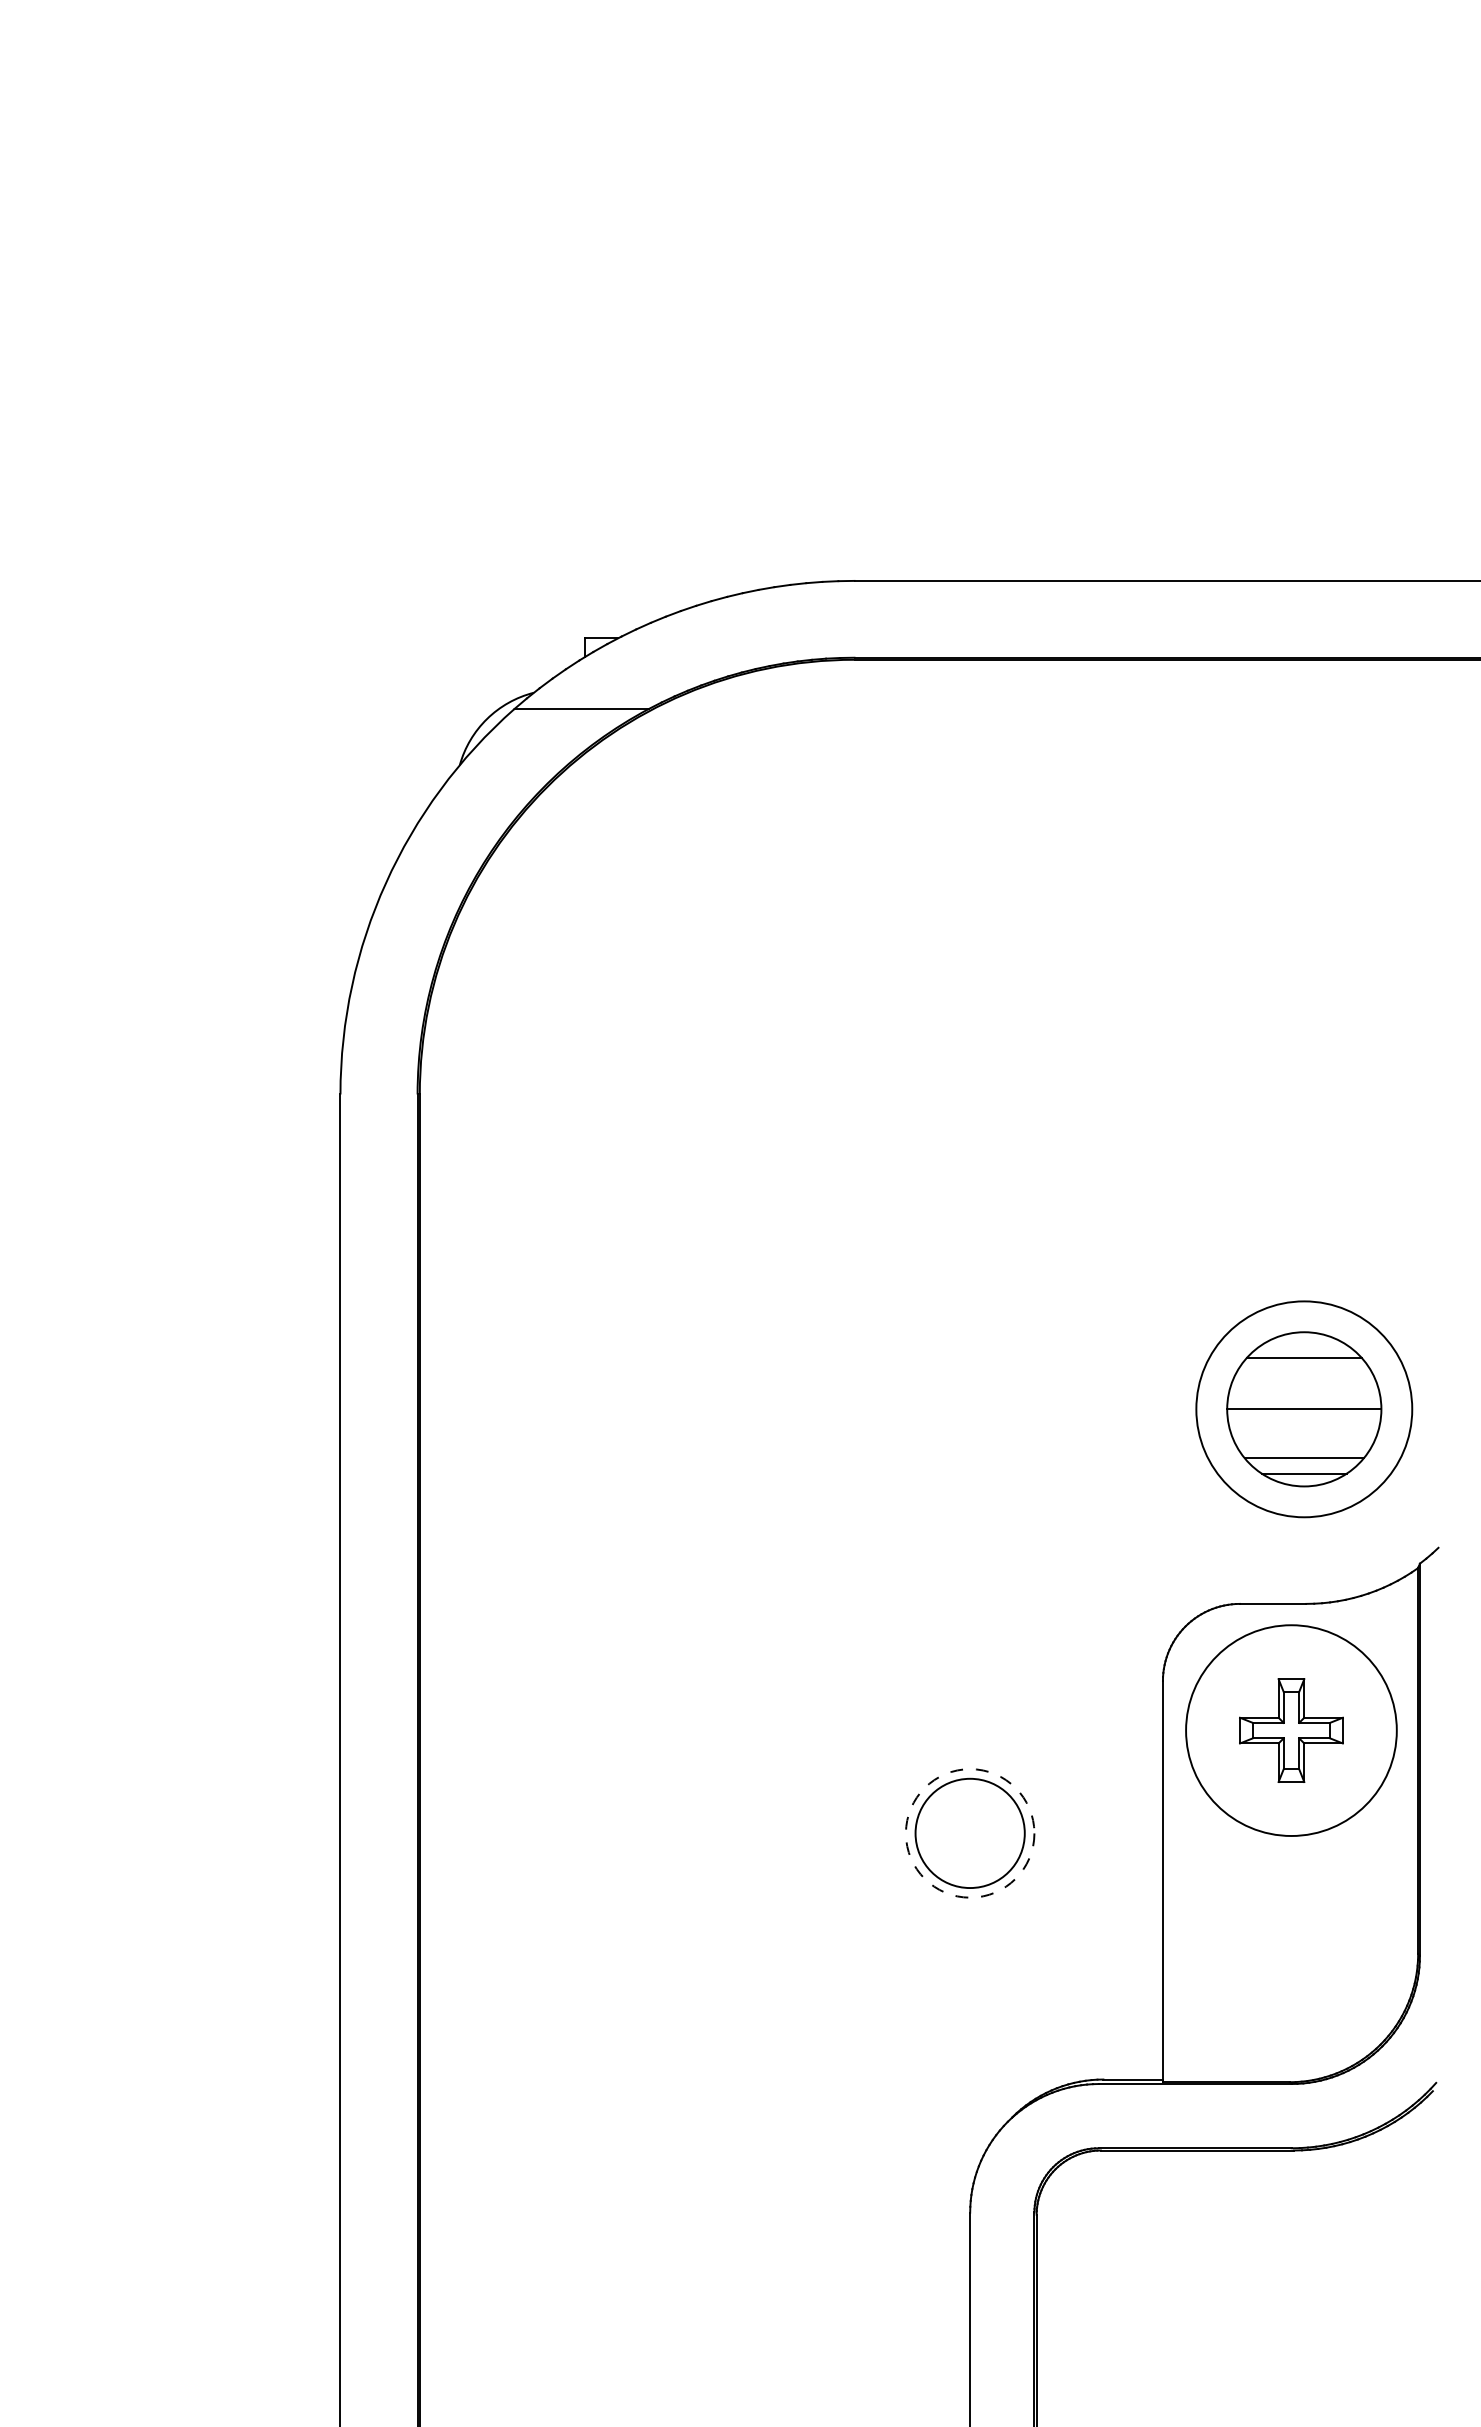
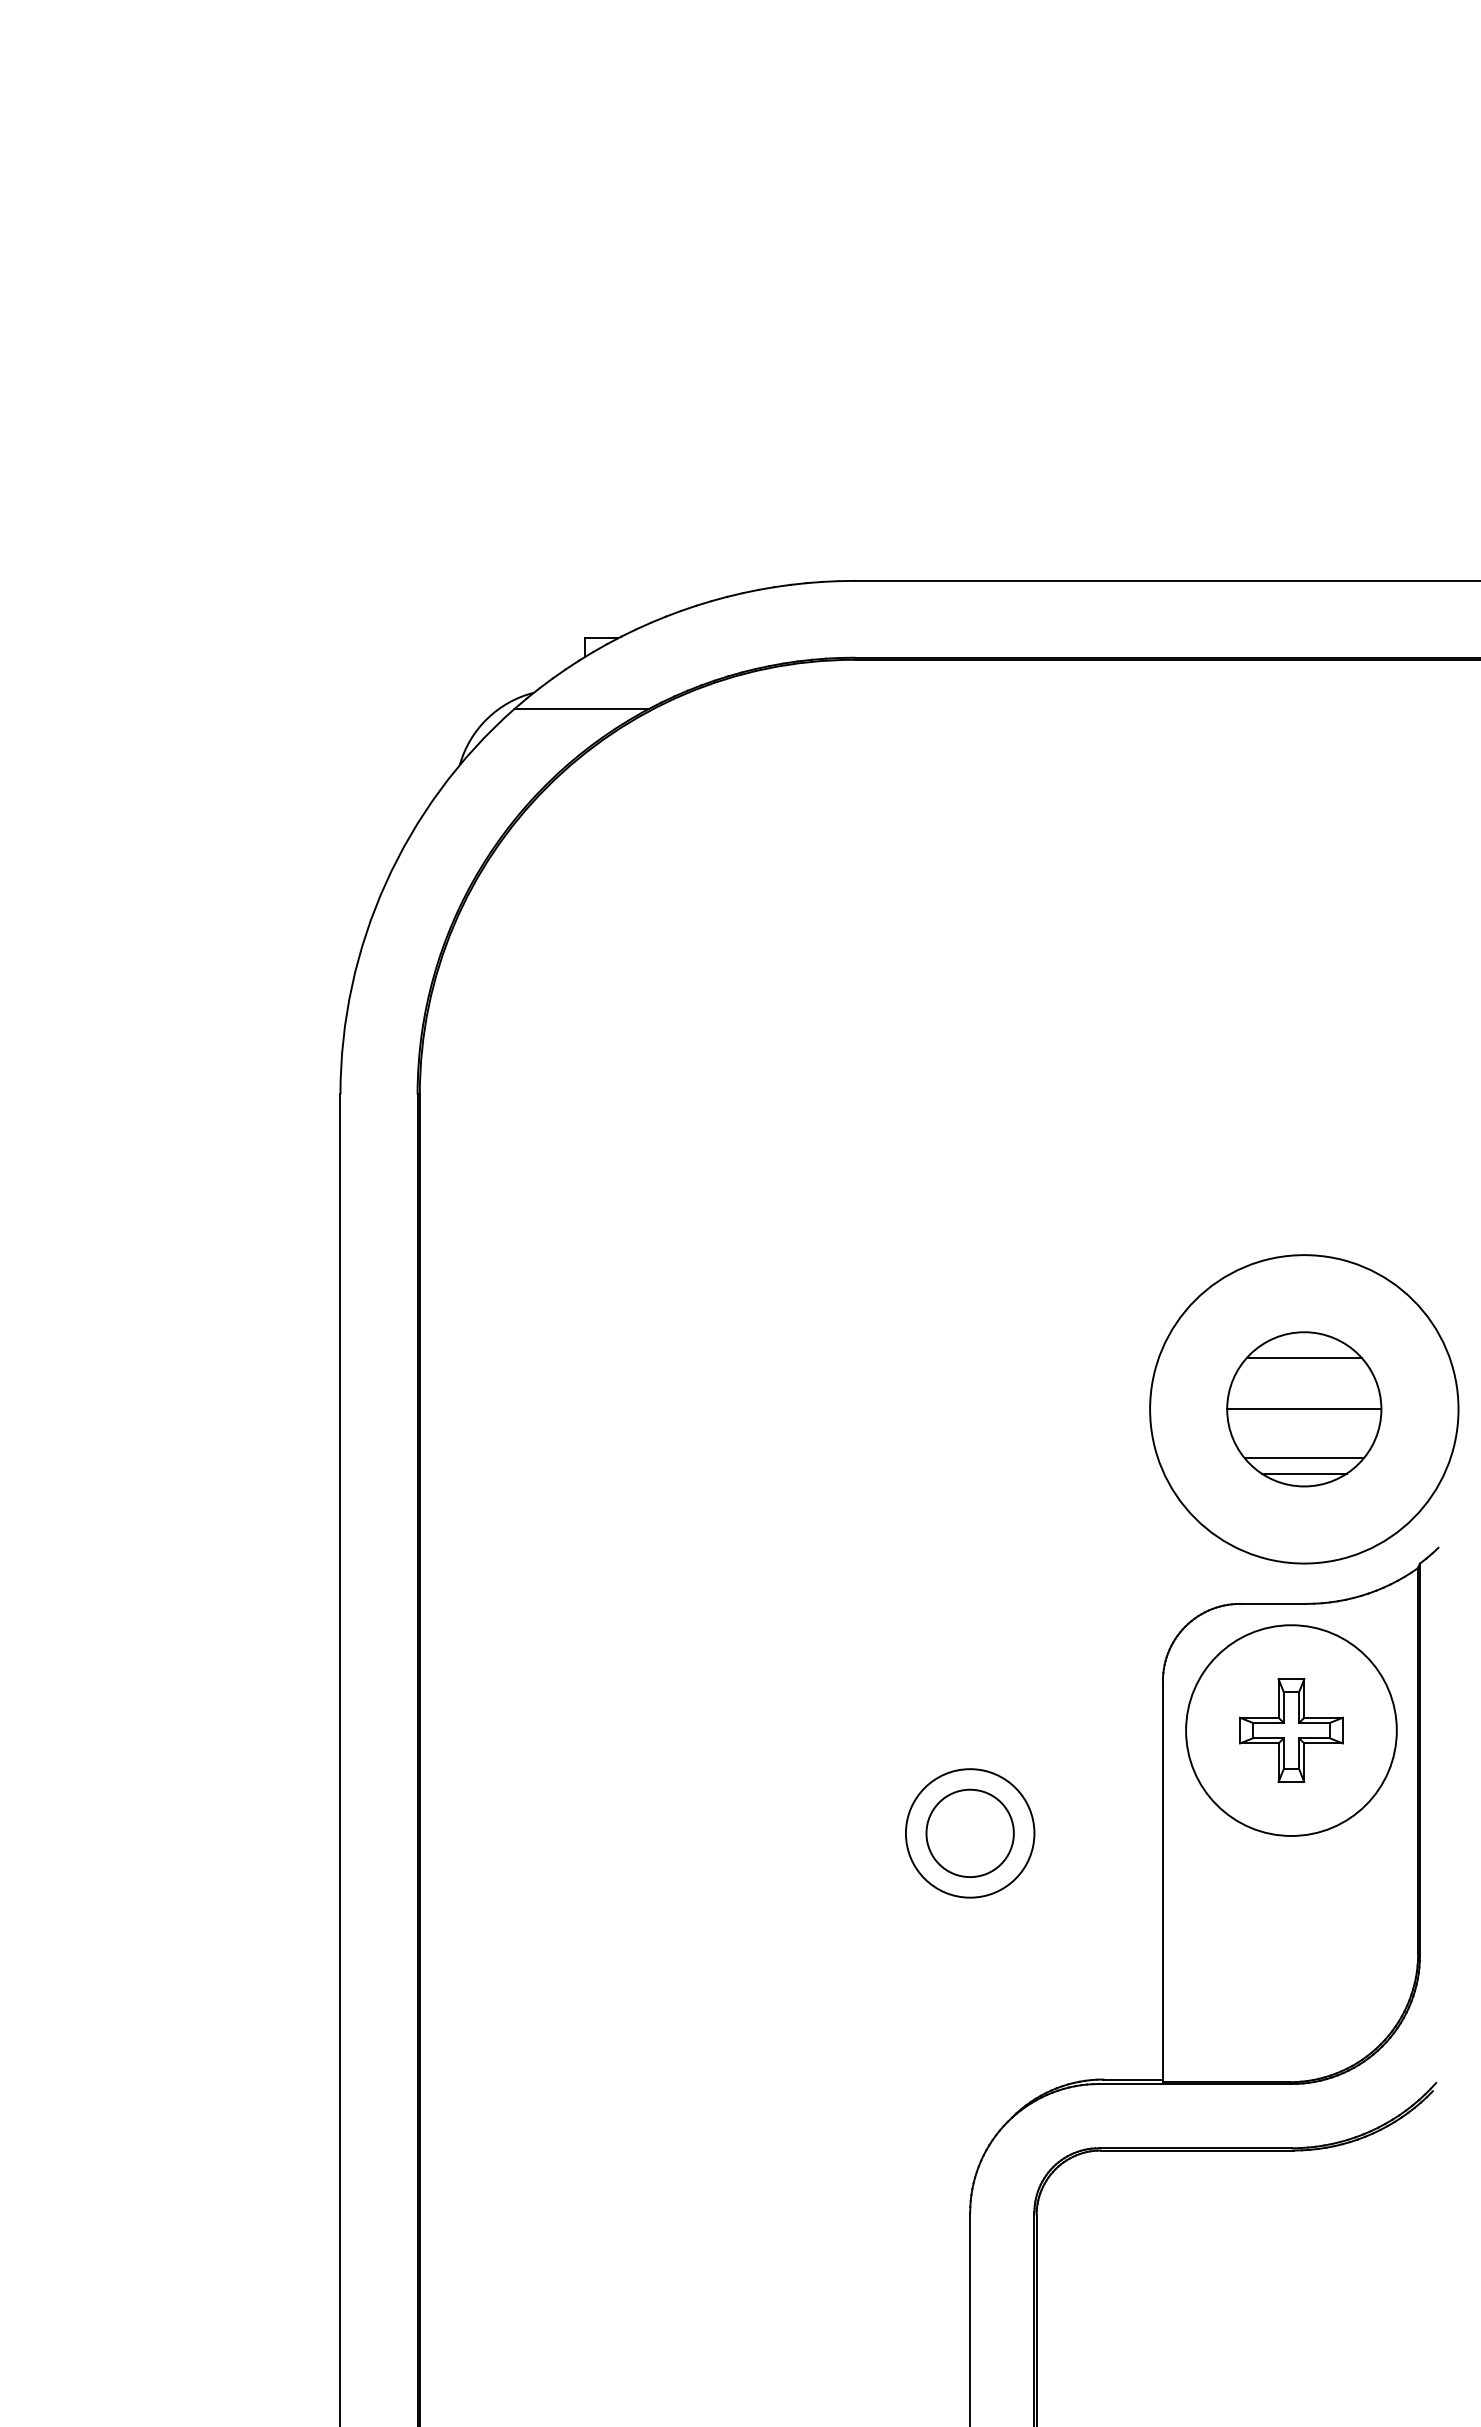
circle at (1304, 1409) diameter: 216 px -> 308 px
circle at (969, 1833) diameter: 109 px -> 87 px
circle at (969, 1833): dashed -> solid
